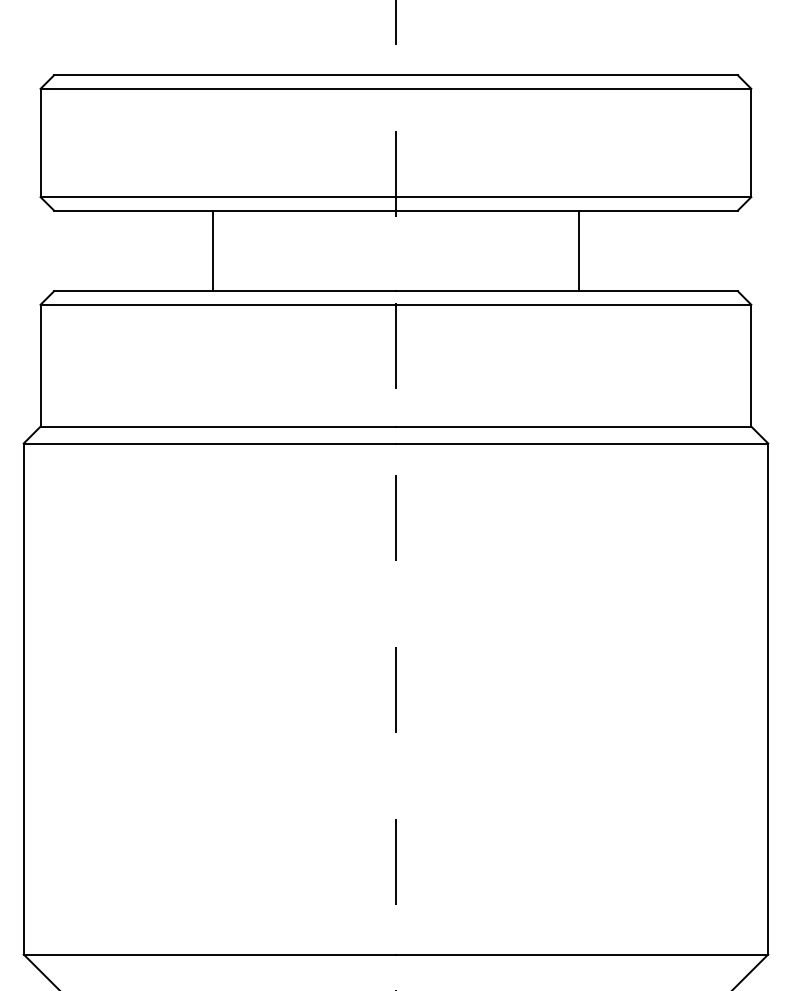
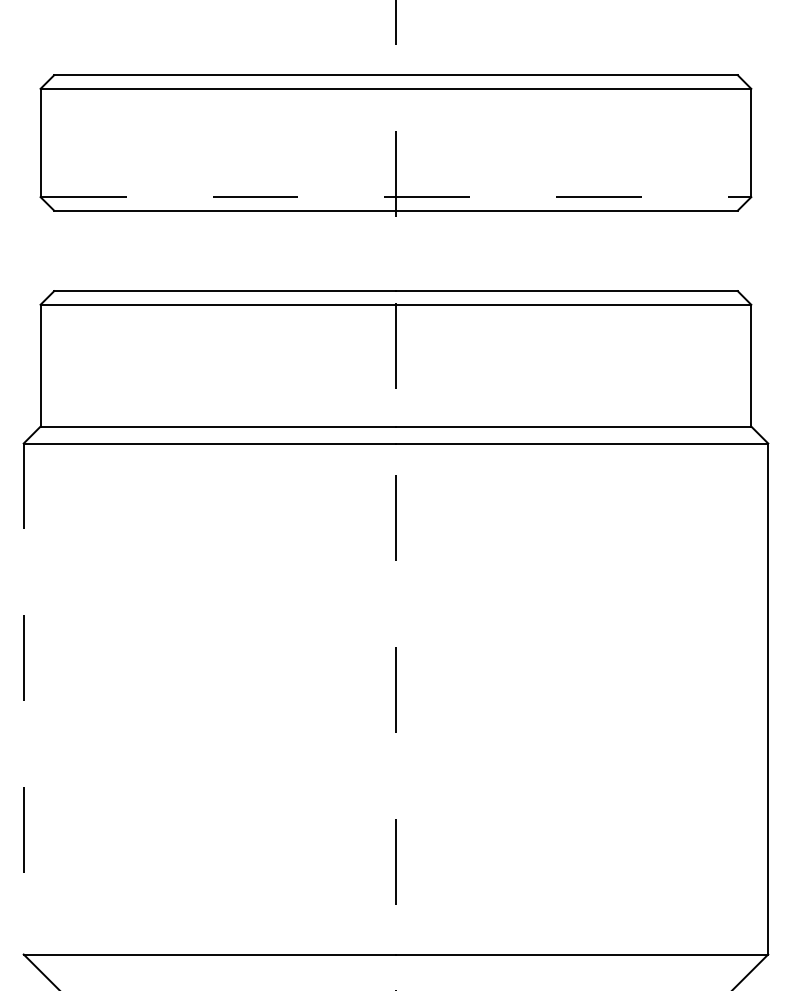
line at (396, 197): solid -> dashed
line at (213, 250): present -> none
line at (578, 250): present -> none
line at (23, 699): solid -> dashed
